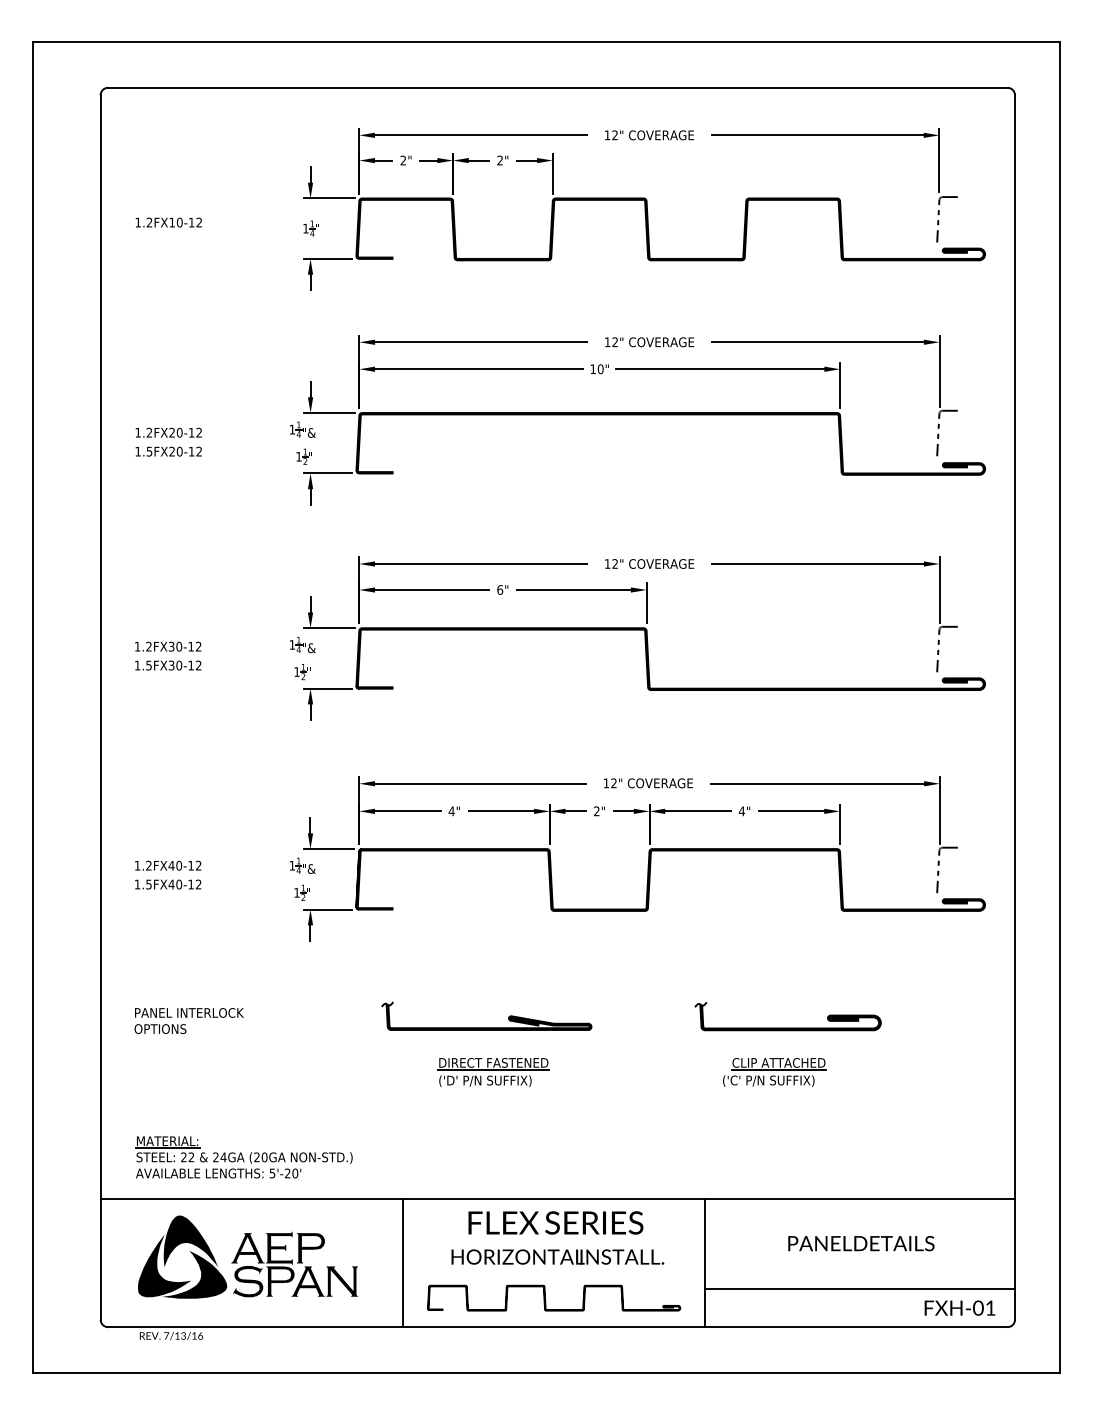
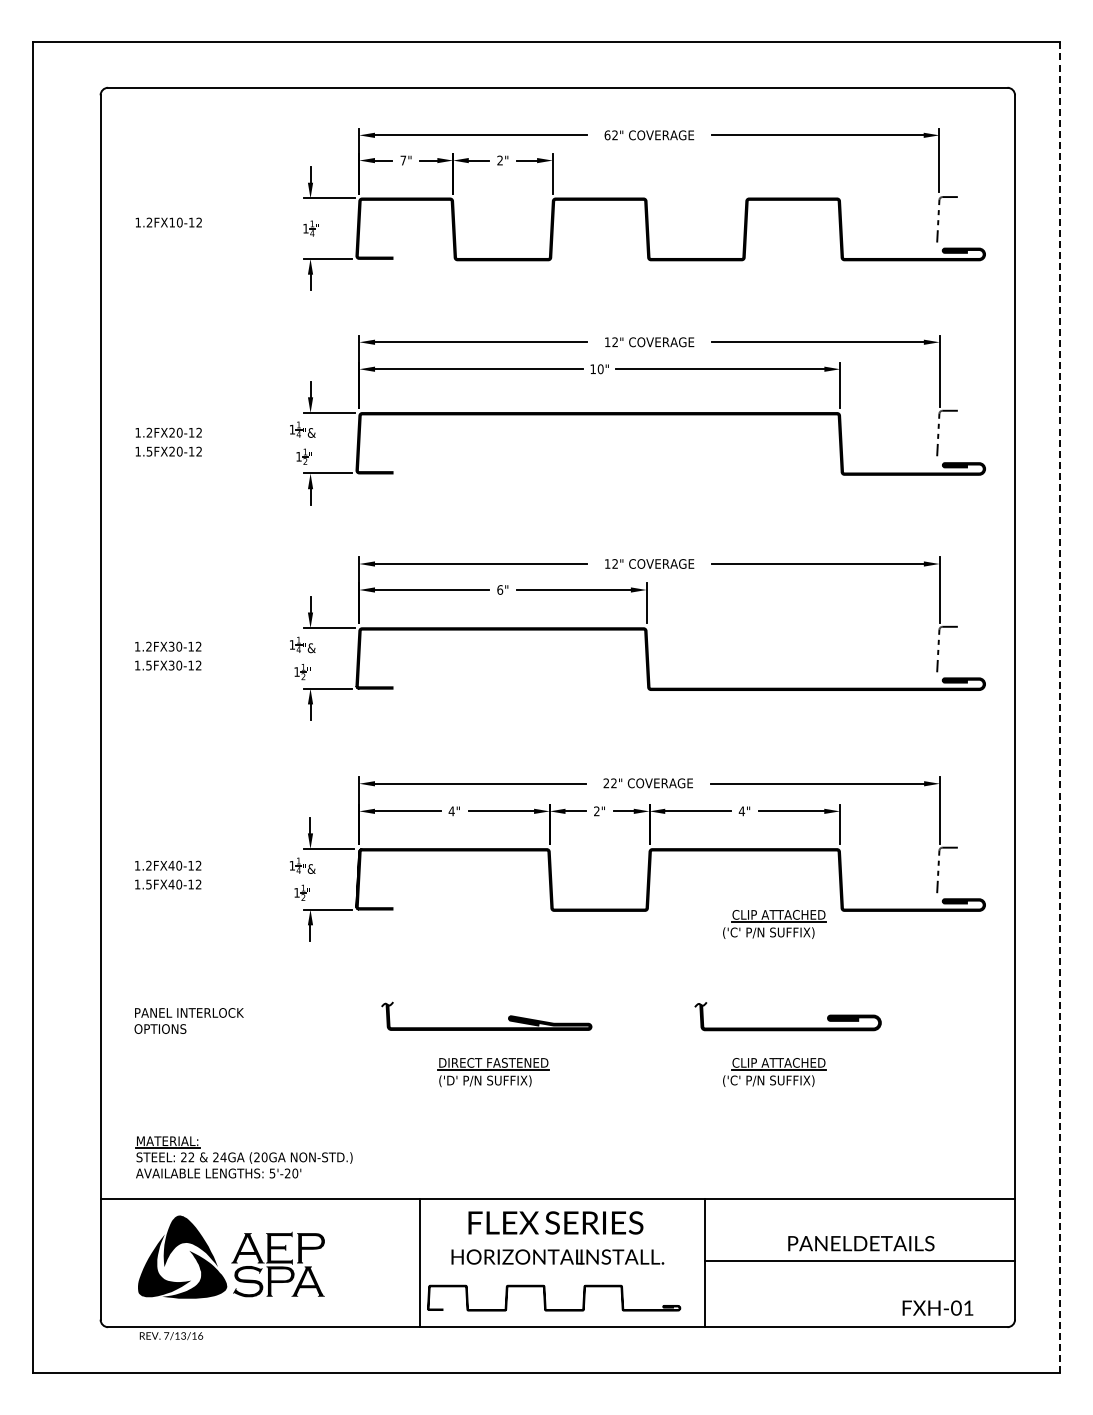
text at (607, 135): 12" -> 62"
text at (403, 160): 2" -> 7"
line at (1060, 707): solid -> dashed
text at (605, 782): 12" -> 22"
part at (774, 924): none -> present
line at (402, 1262) position: (402, 1262) -> (419, 1262)
fill at (341, 1281): present -> none
line at (860, 1289) position: (860, 1289) -> (860, 1261)
text at (959, 1307) position: (959, 1307) -> (937, 1307)
